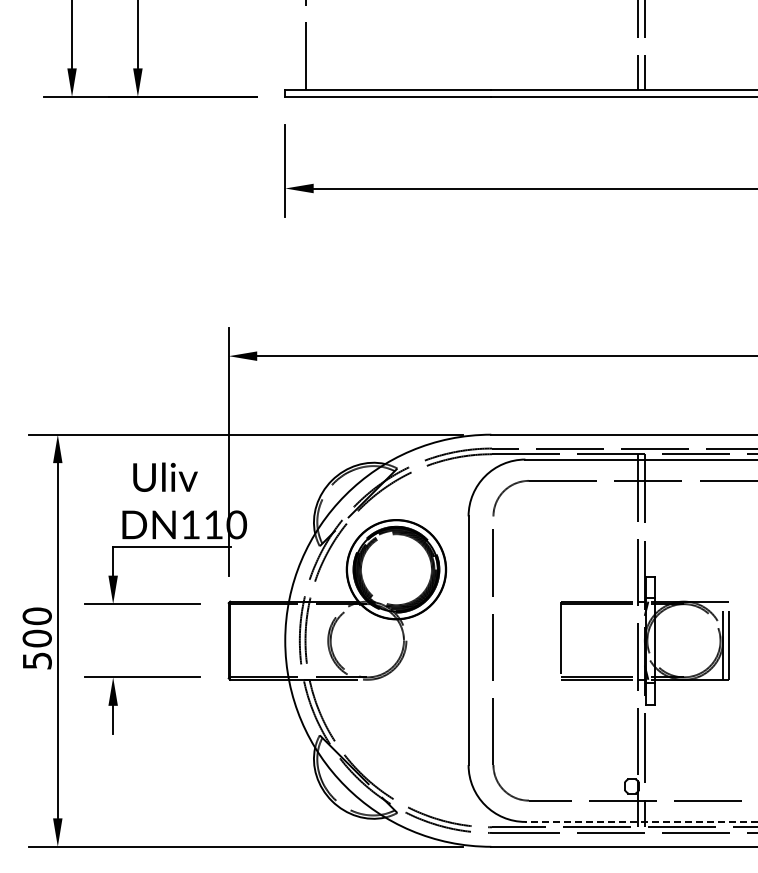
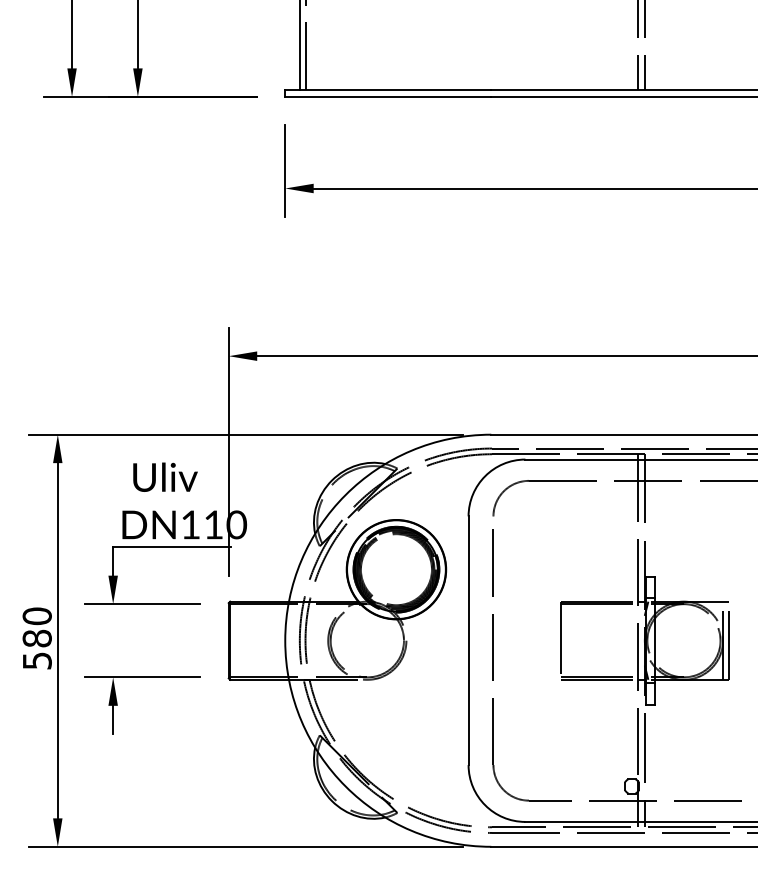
line at (299, 45): none -> present
text at (37, 638): 500 -> 580
line at (641, 821): dashed -> solid
